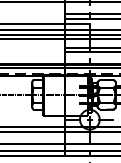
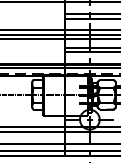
line at (45, 23): present -> none
